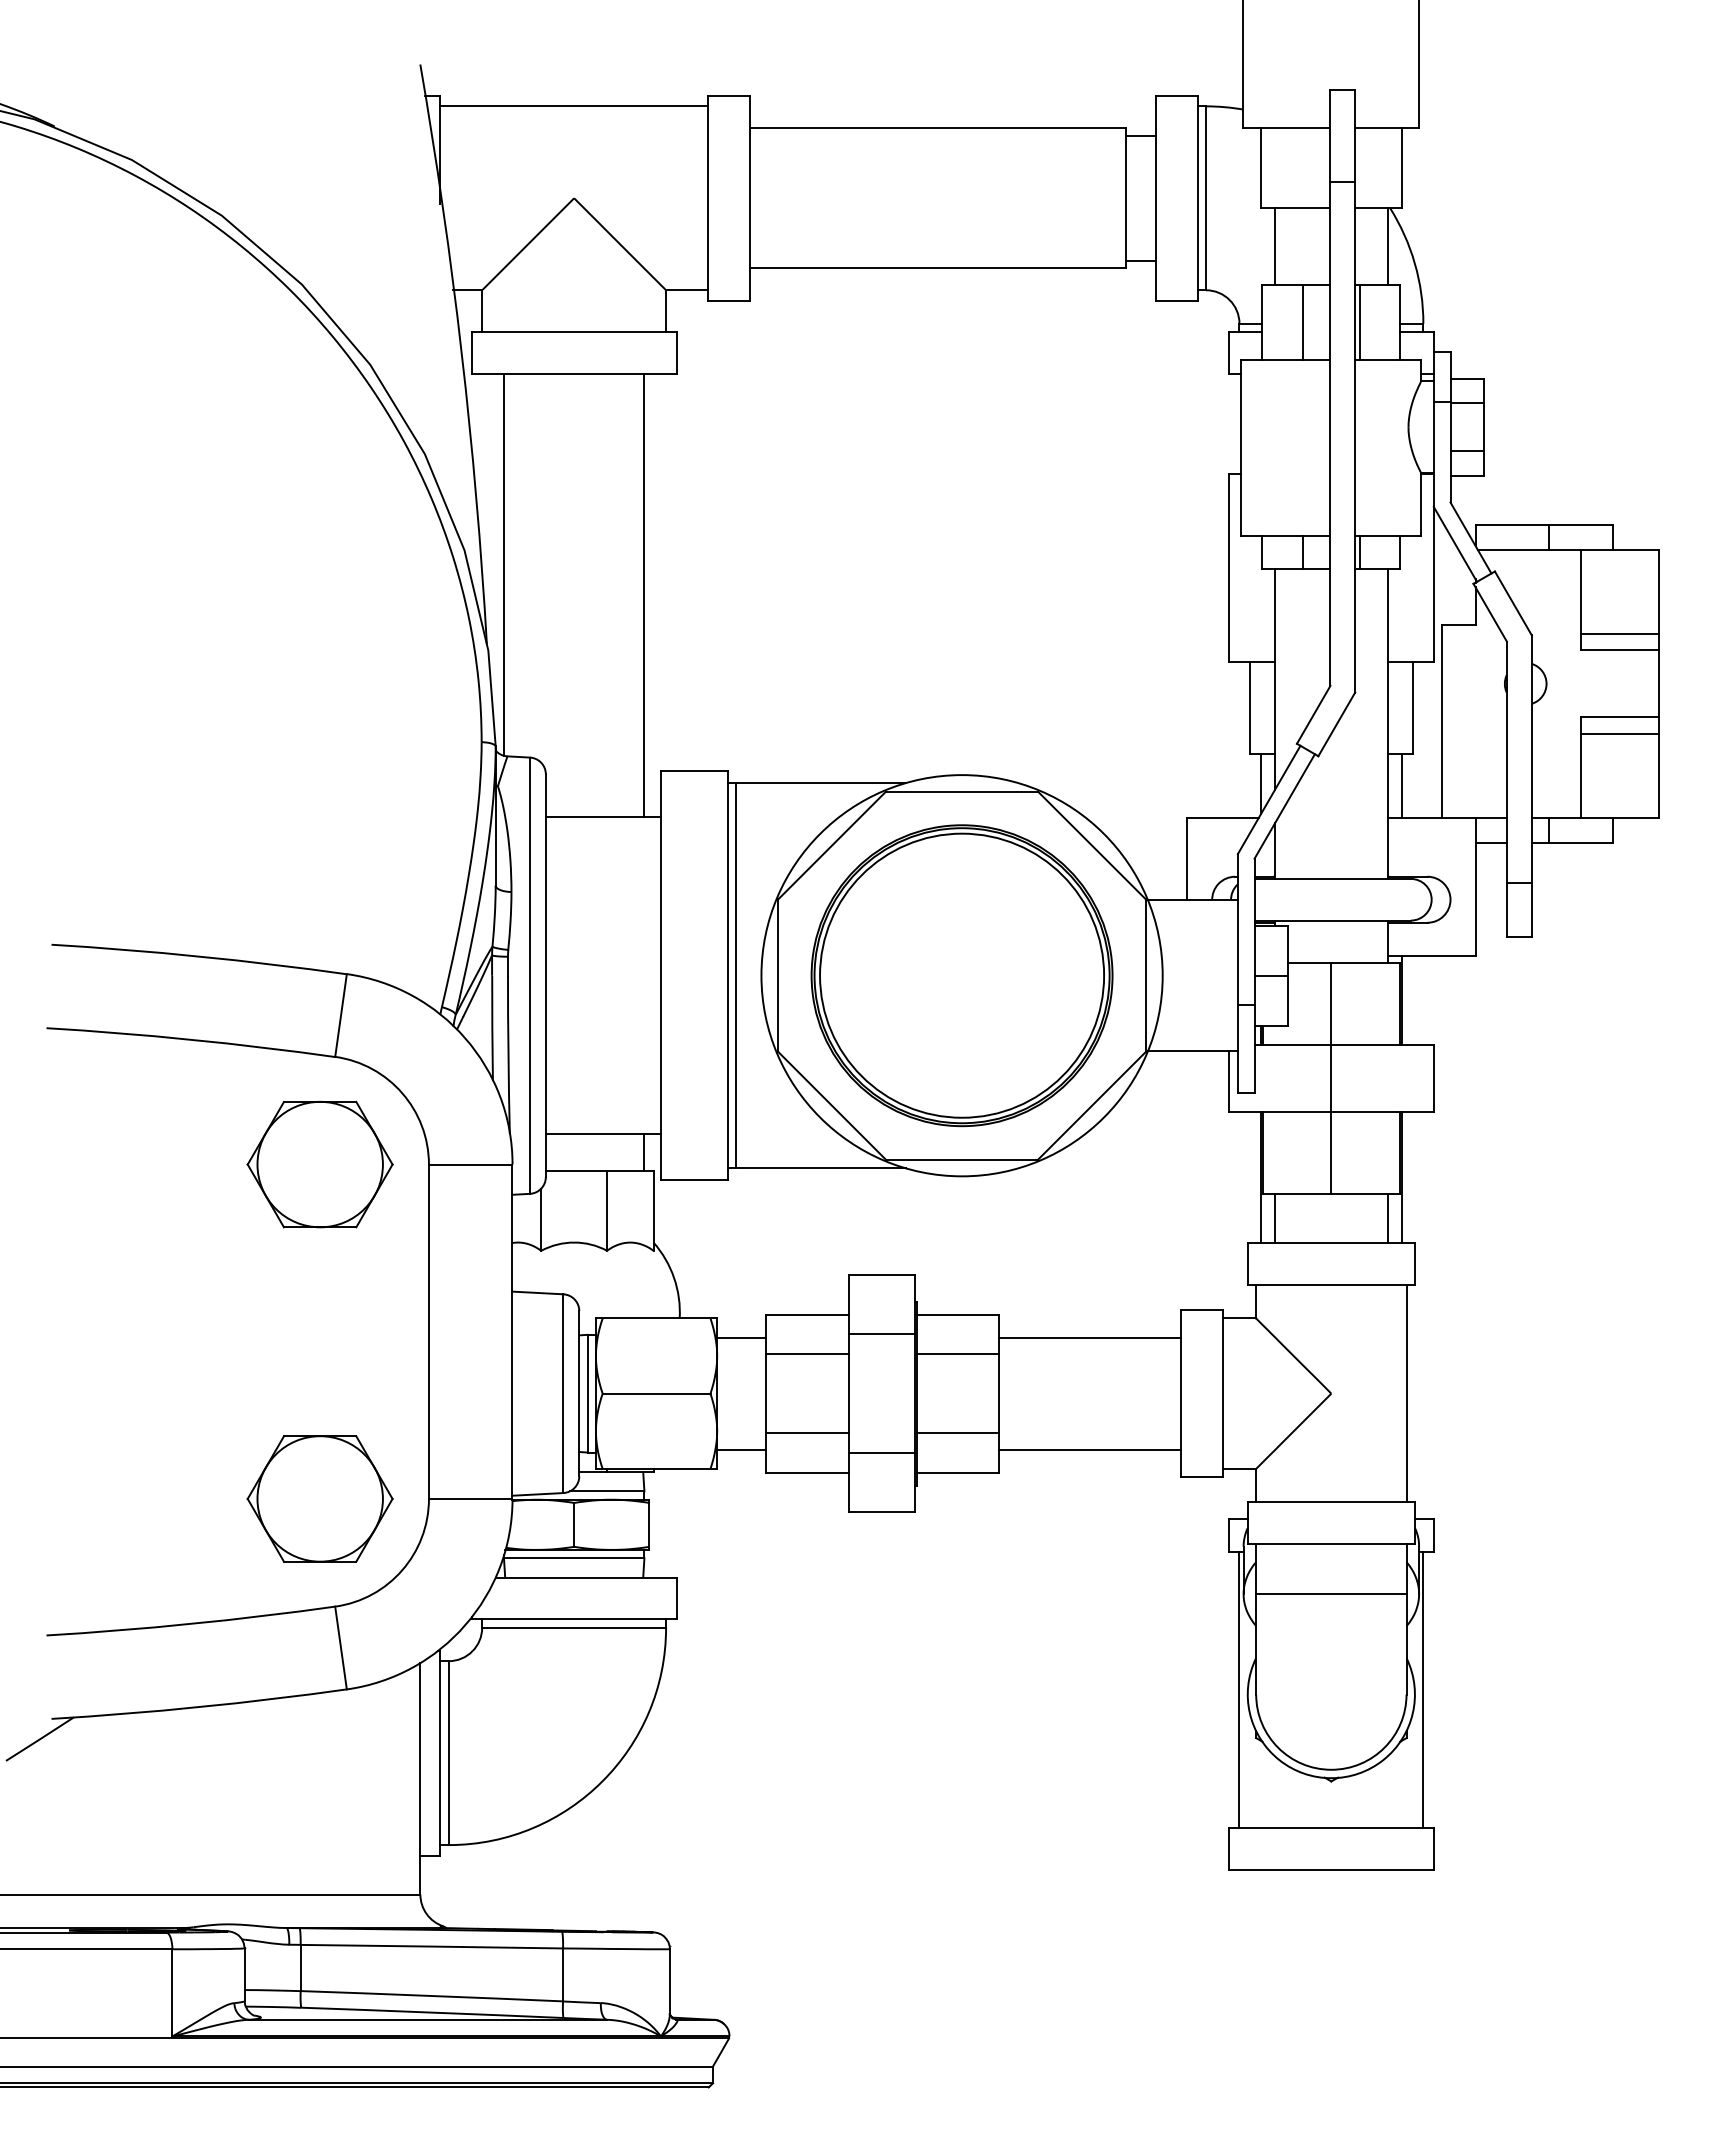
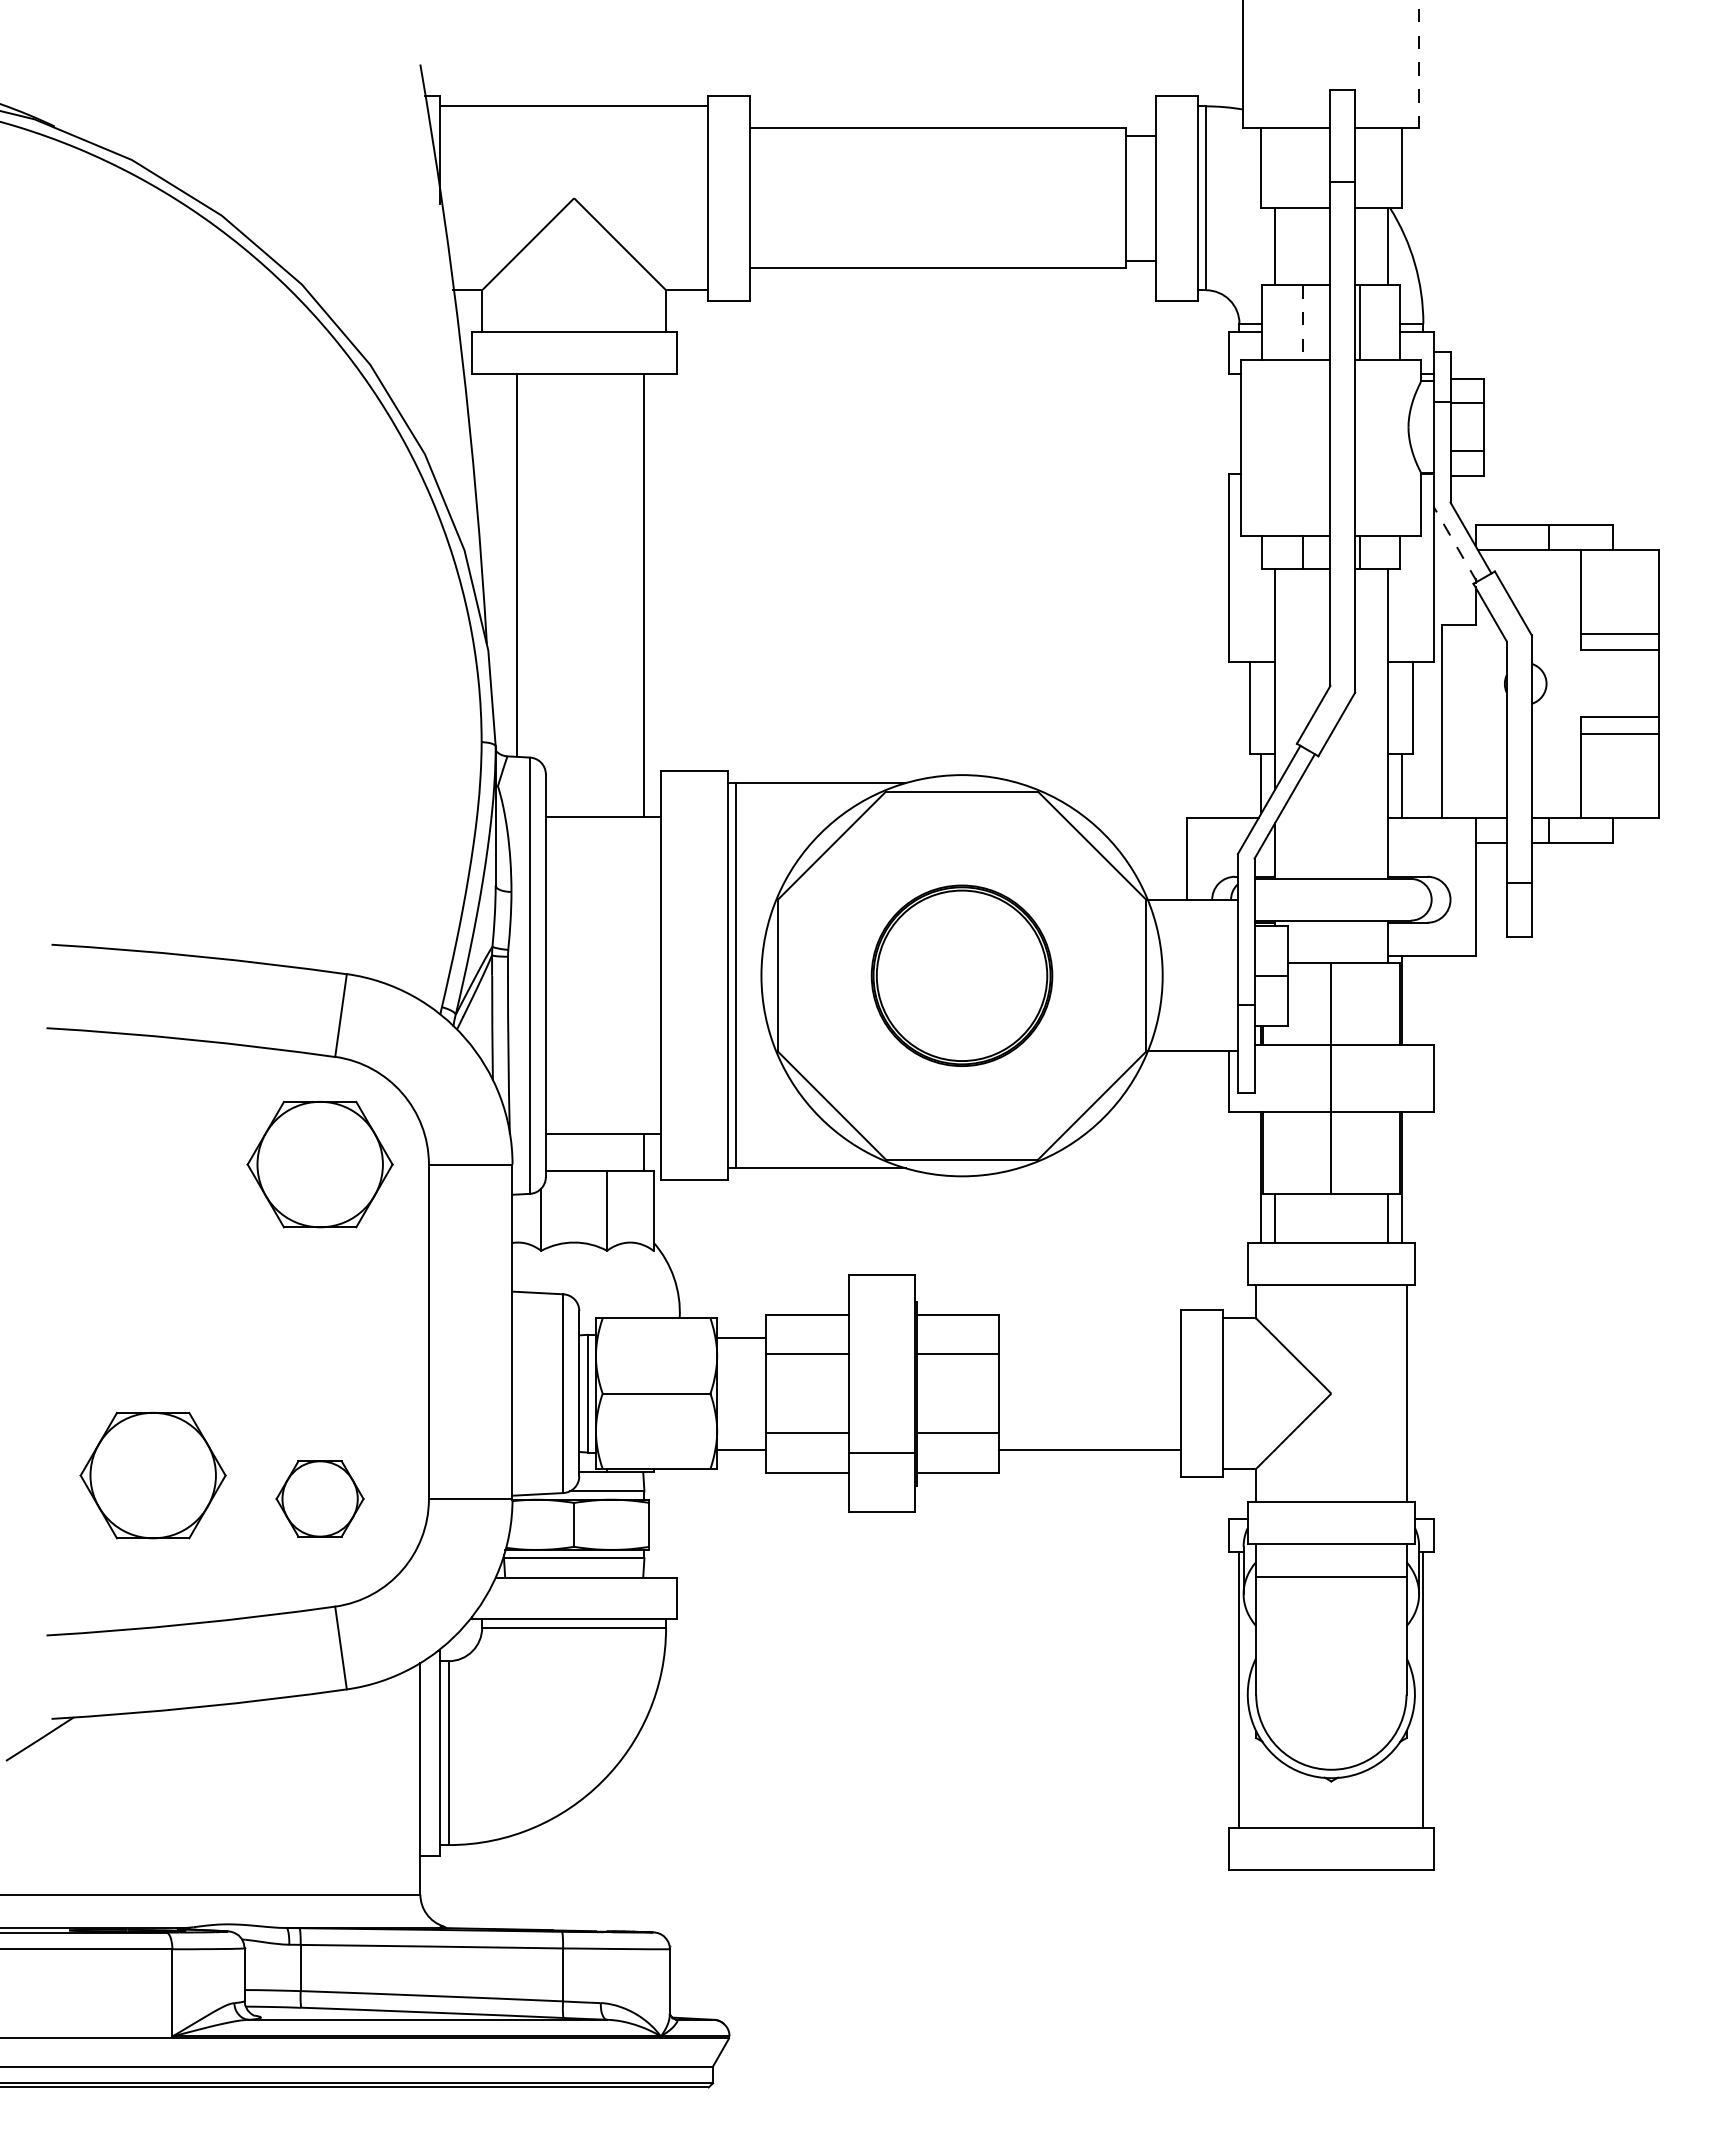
line at (1419, 64): solid -> dashed
line at (1302, 322): solid -> dashed
line at (1455, 543): solid -> dashed
line at (503, 564) position: (503, 564) -> (516, 564)
part at (961, 975) size: 304x304 px -> 184x183 px
line at (881, 1334): present -> none
line at (1089, 1337): present -> none
part at (152, 1475): none -> present
part at (319, 1498) size: 148x128 px -> 90x78 px
line at (1331, 1594) position: (1331, 1594) -> (1331, 1577)
